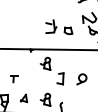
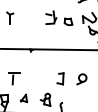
part at (10, 17): none -> present
part at (59, 27) position: (59, 27) -> (59, 18)
part at (45, 63): present -> none
part at (14, 79) size: 9x9 px -> 13x14 px
